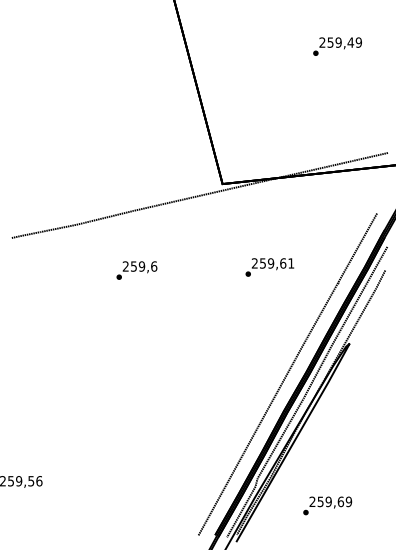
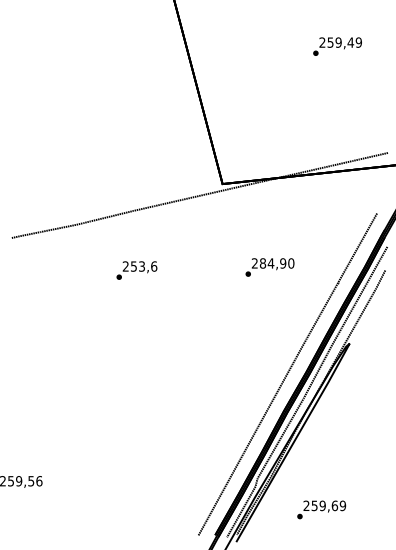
text at (276, 263): 259,61 -> 284,90
text at (141, 266): 259,6 -> 253,6
text at (327, 505) position: (327, 505) -> (321, 509)
